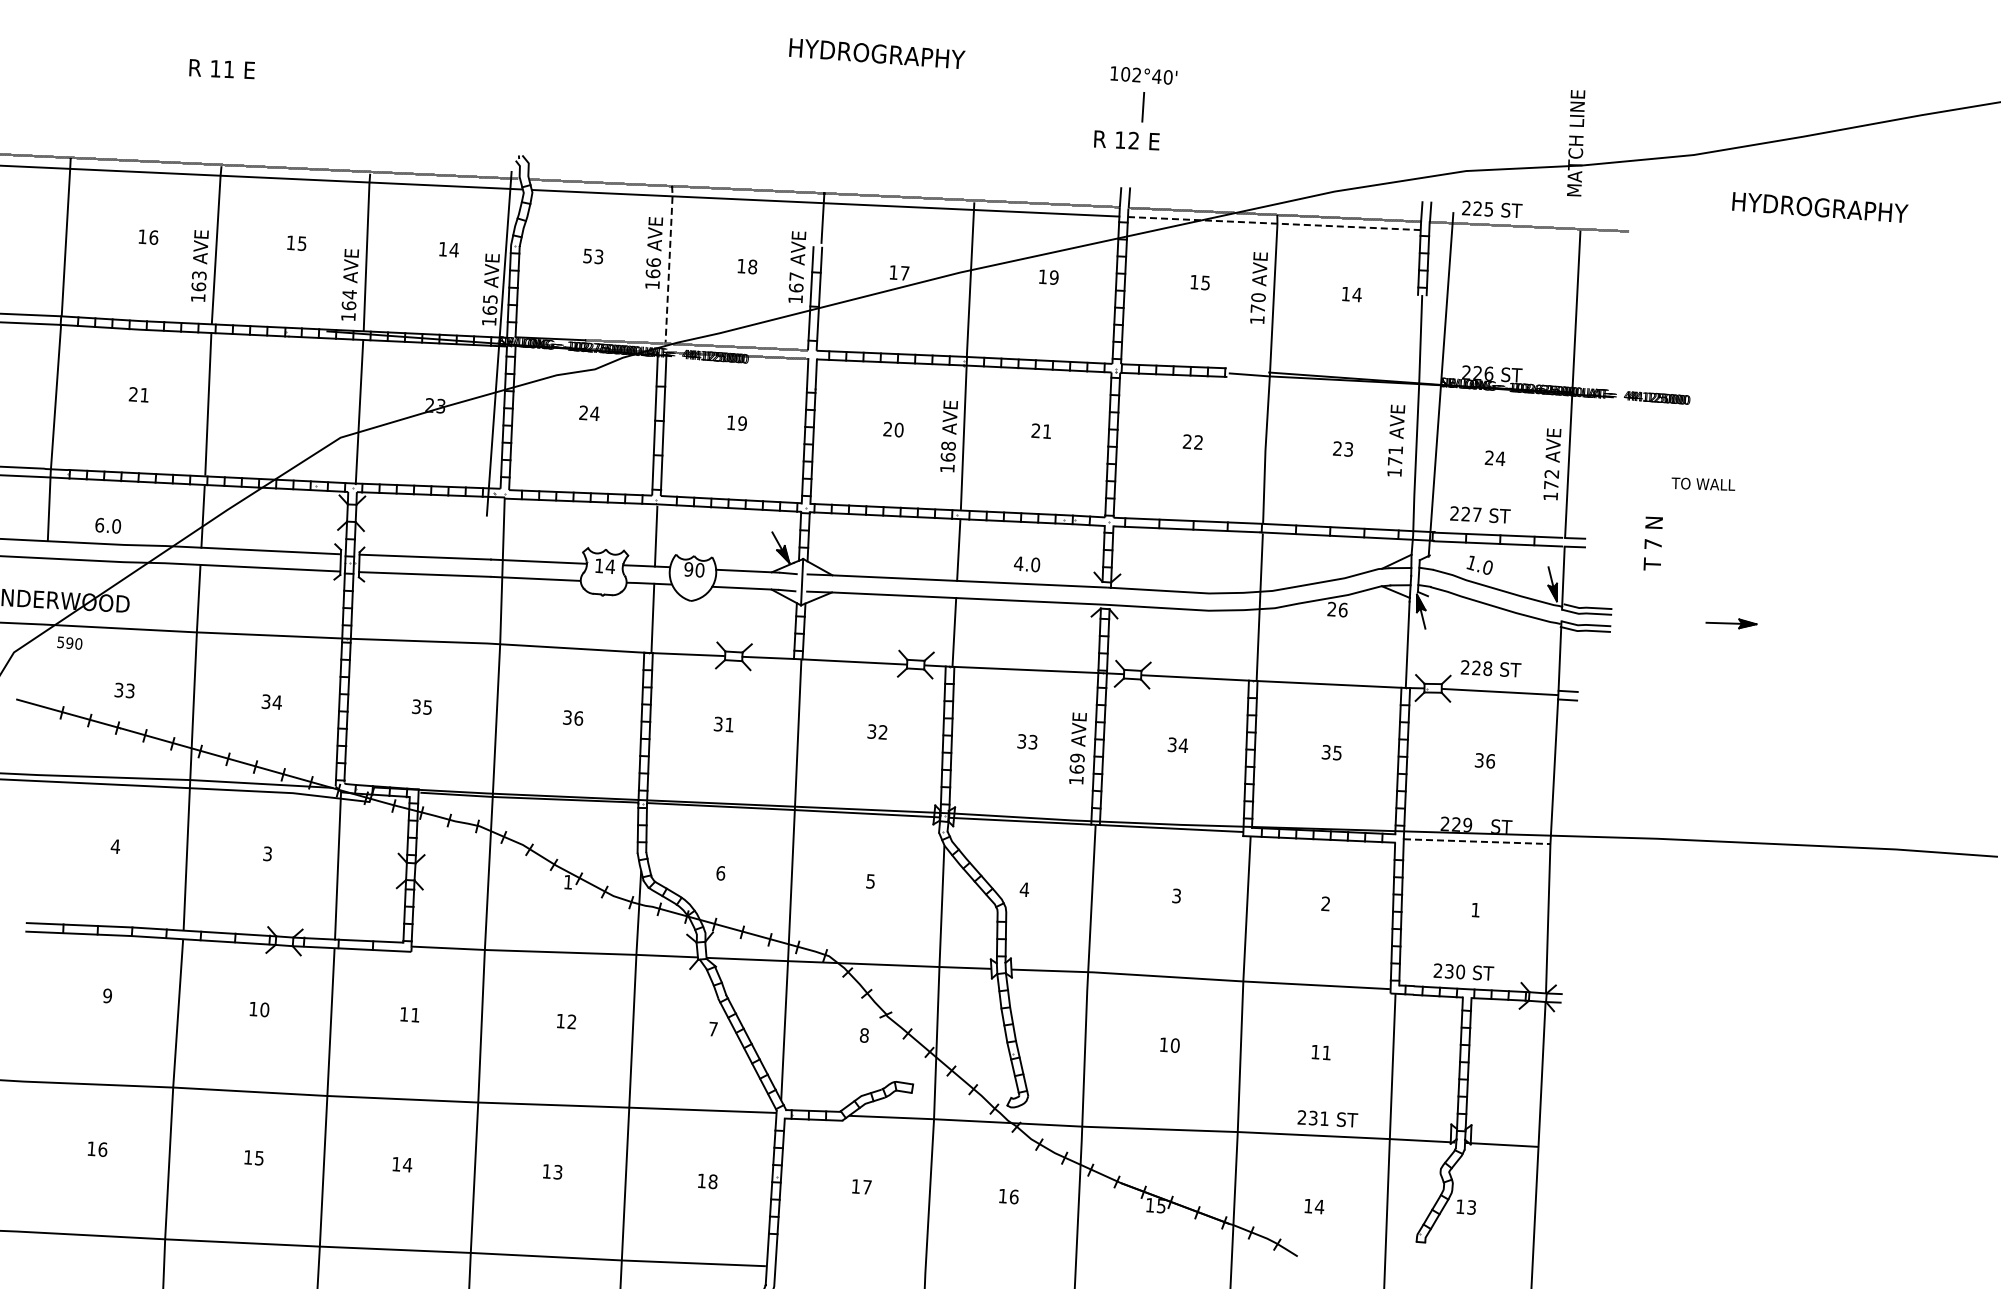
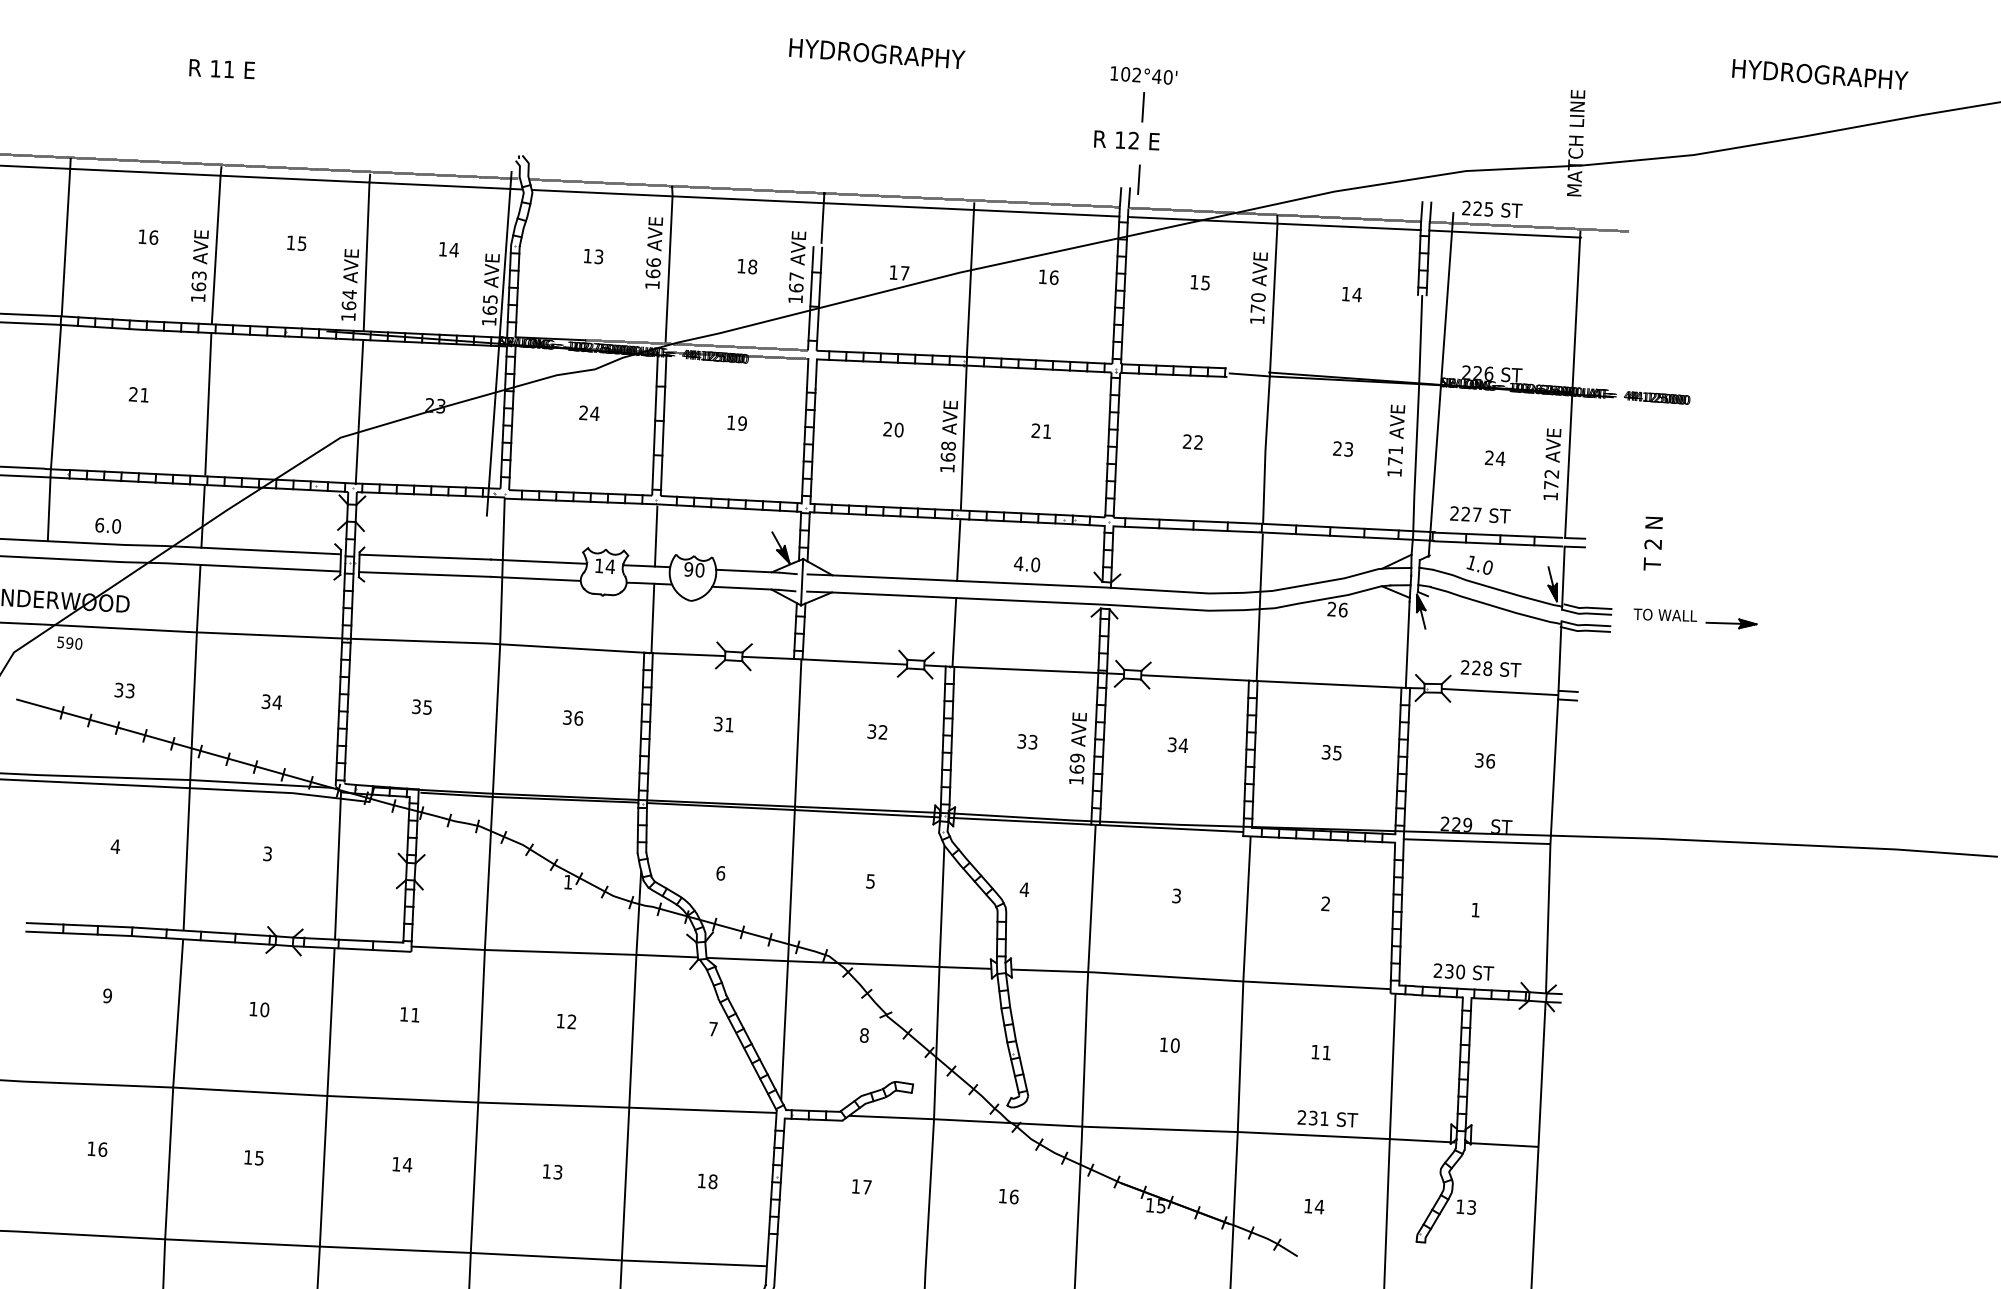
line at (1138, 179): none -> present
text at (1820, 207) position: (1820, 207) -> (1820, 74)
line at (1274, 223): dashed -> solid
line at (1504, 233): none -> present
text at (587, 255): 53 -> 13
line at (669, 263): dashed -> solid
text at (1053, 277): 19 -> 16
text at (1703, 483) position: (1703, 483) -> (1665, 614)
text at (1652, 544): 7 -> 2
line at (1477, 841): dashed -> solid
